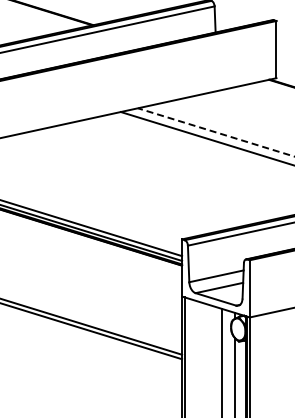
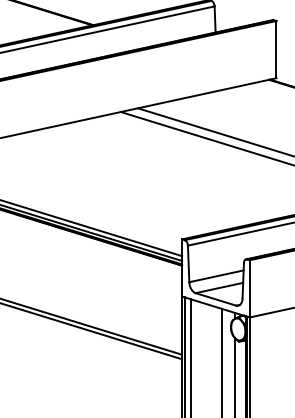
line at (216, 132): dashed -> solid
line at (191, 356): none -> present
